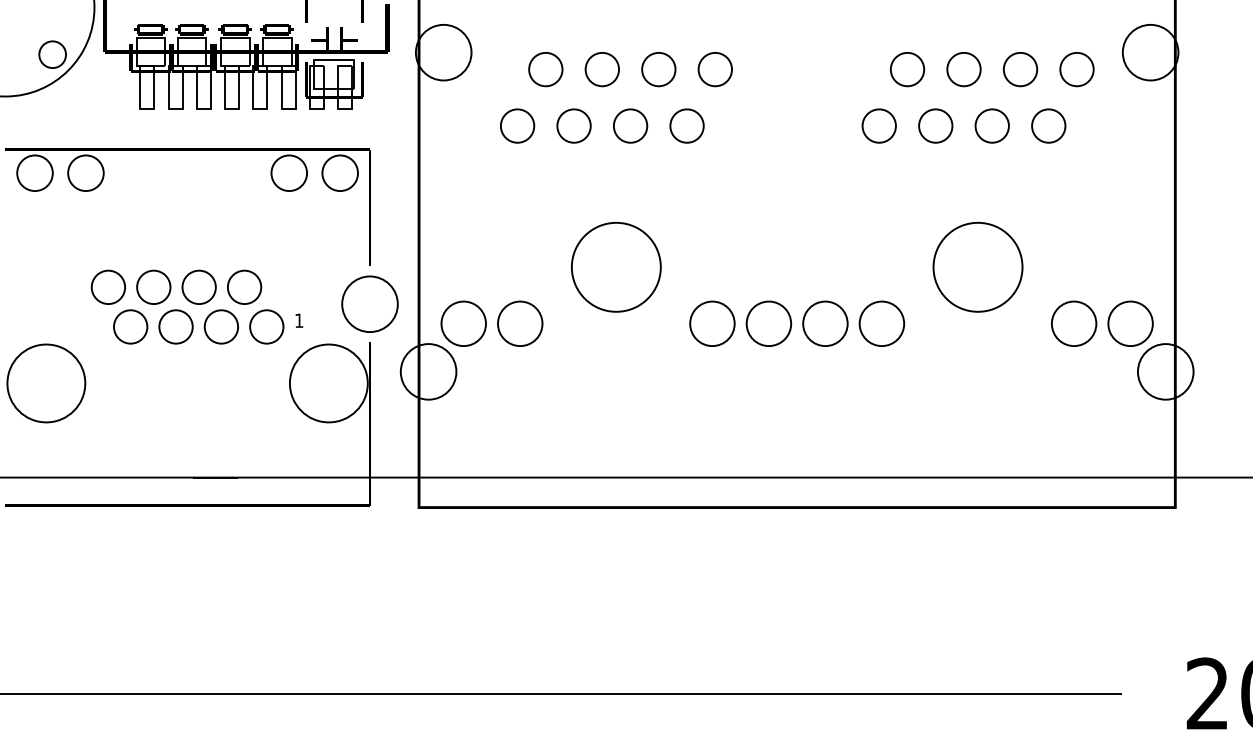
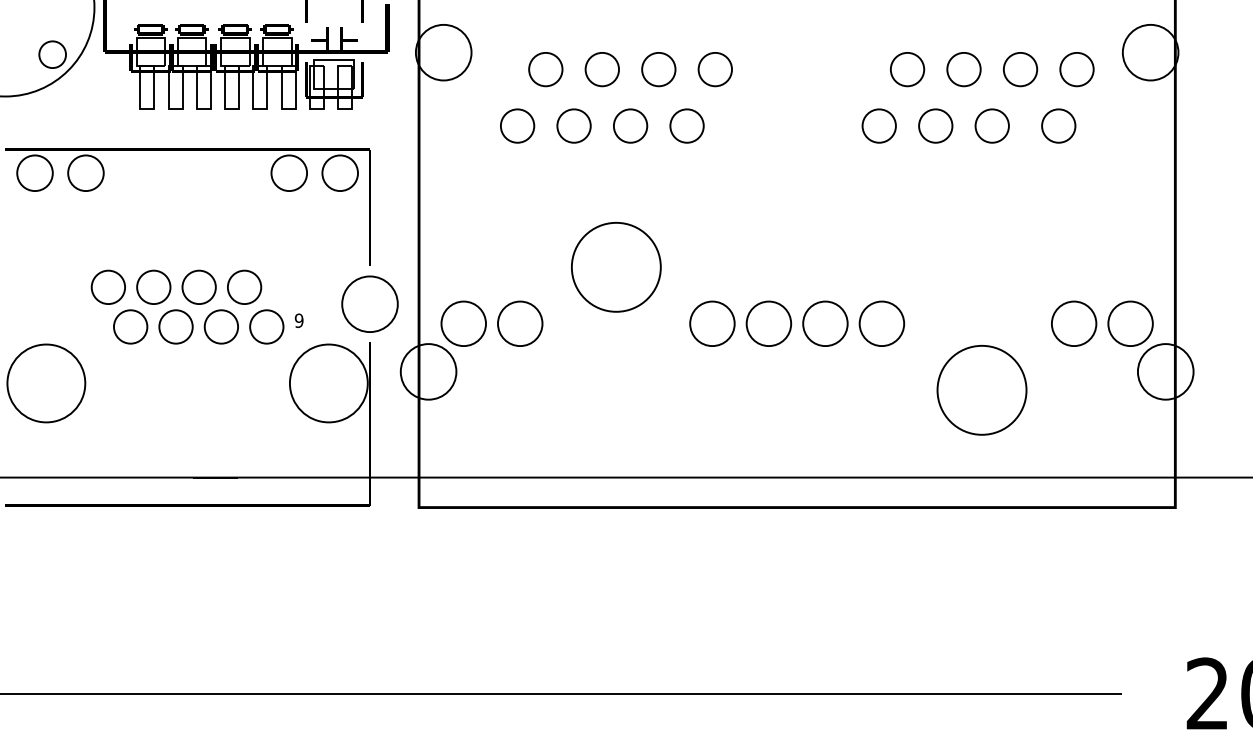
circle at (1048, 125) position: (1048, 125) -> (1058, 125)
circle at (977, 267) position: (977, 267) -> (981, 390)
text at (298, 320): 1 -> 9
